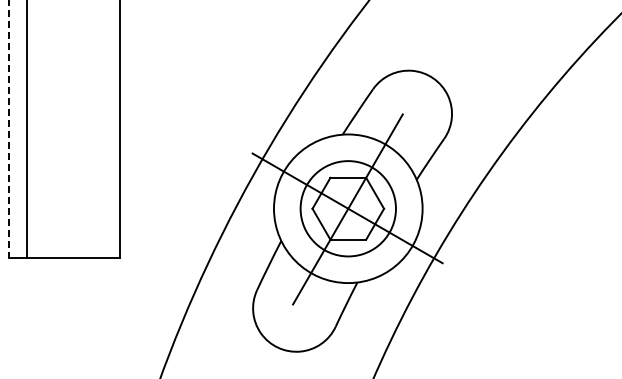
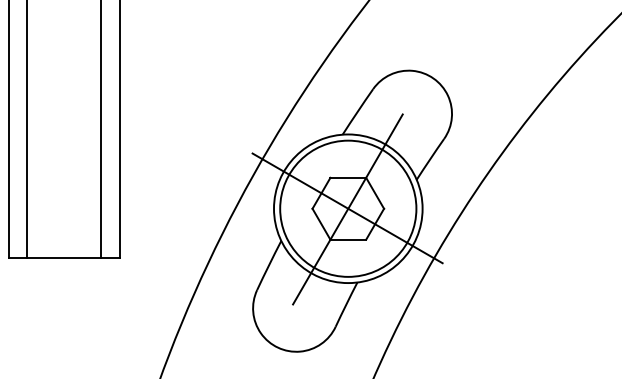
line at (8, 129): dashed -> solid
line at (101, 130): none -> present
circle at (347, 208) diameter: 95 px -> 136 px
